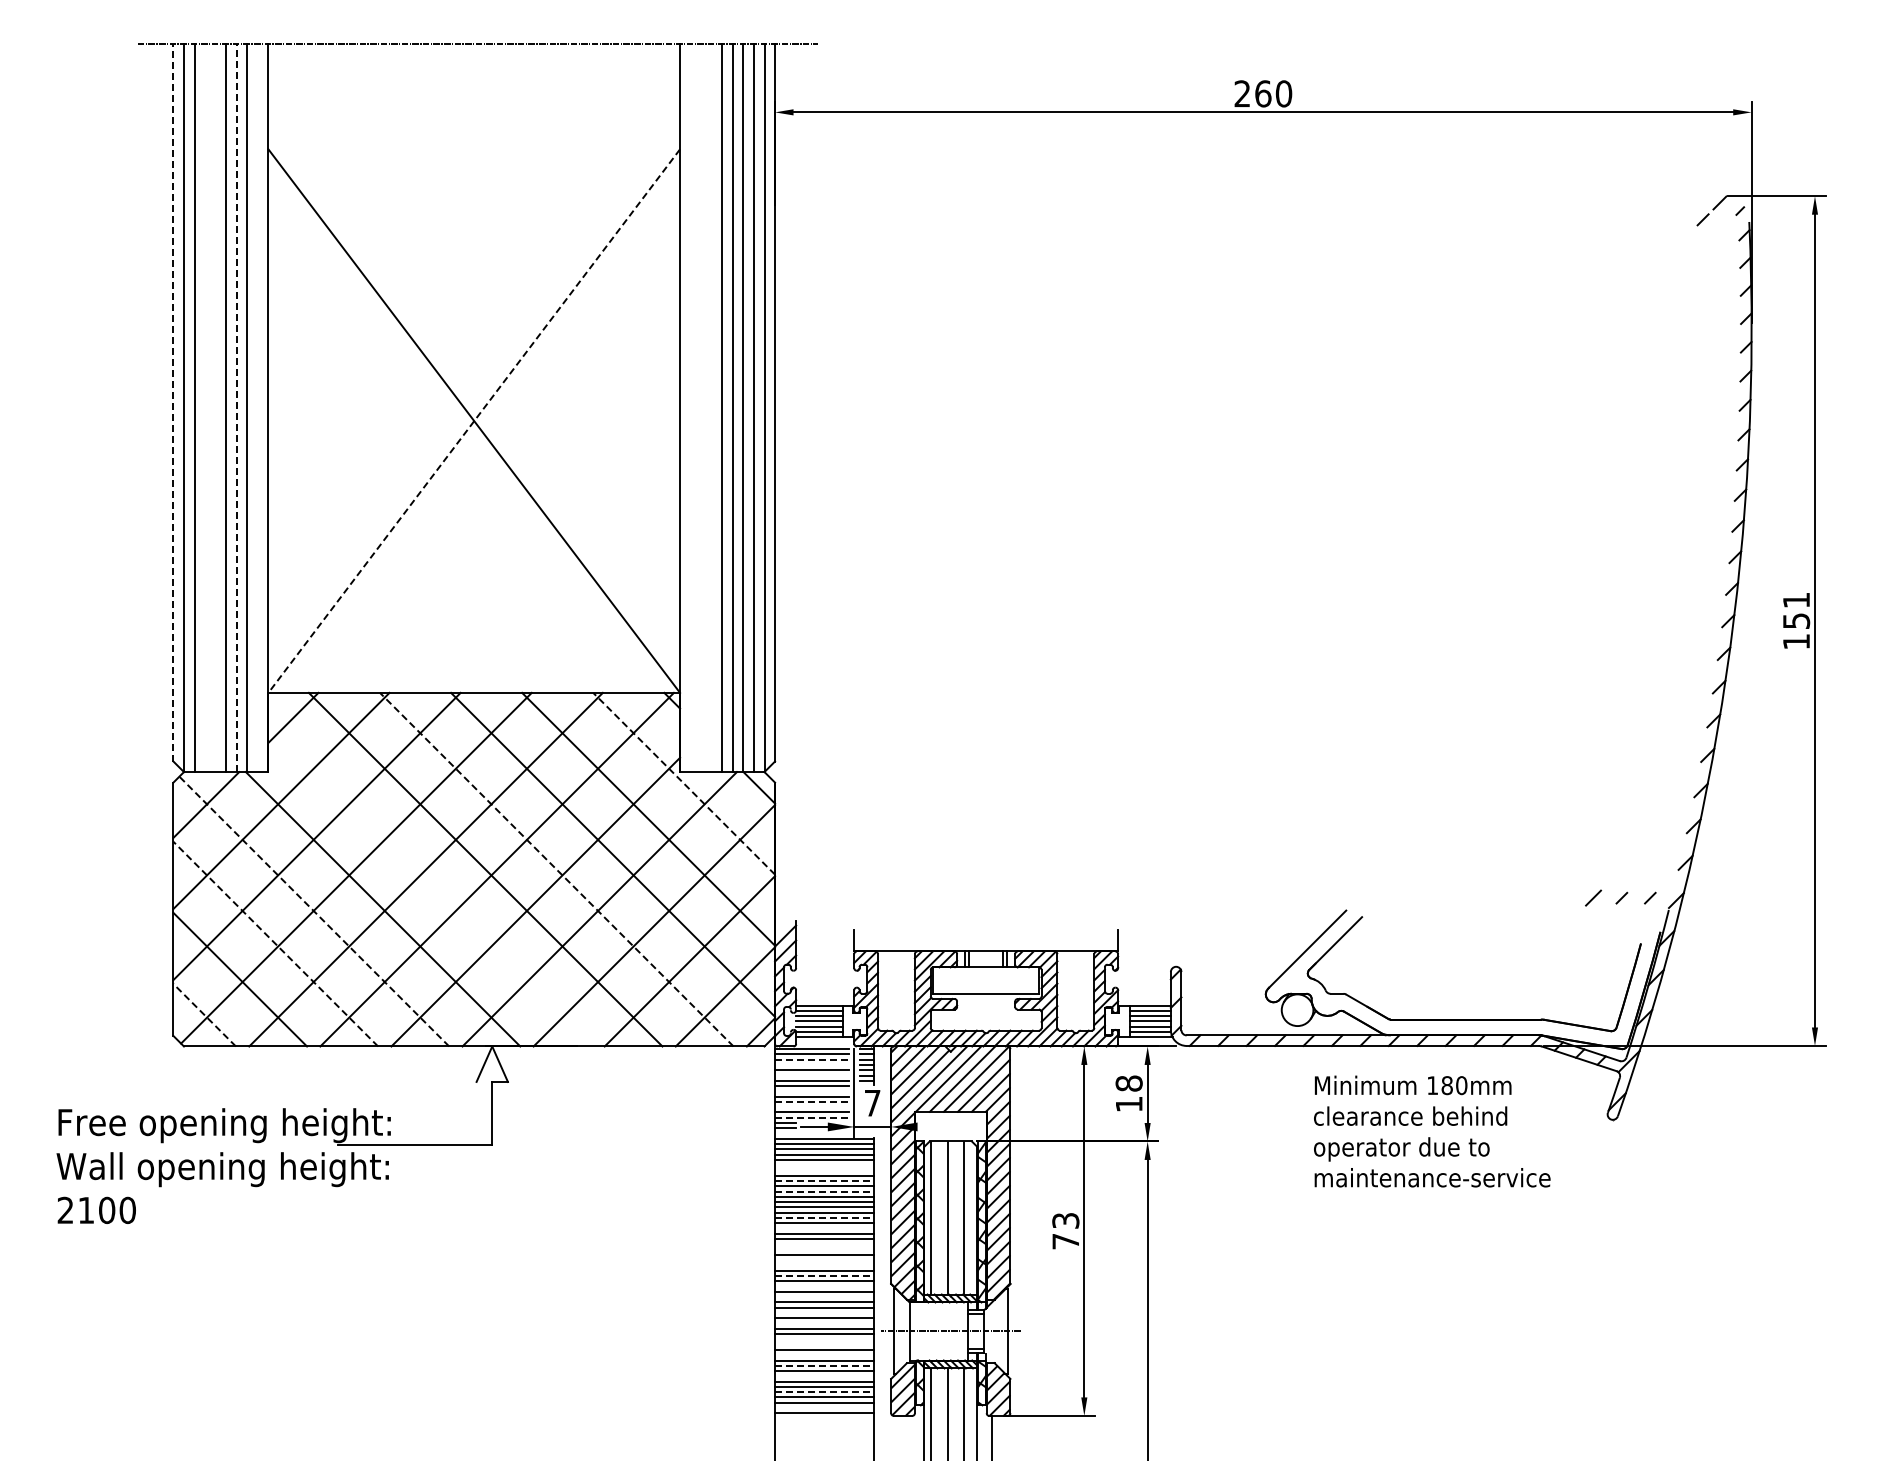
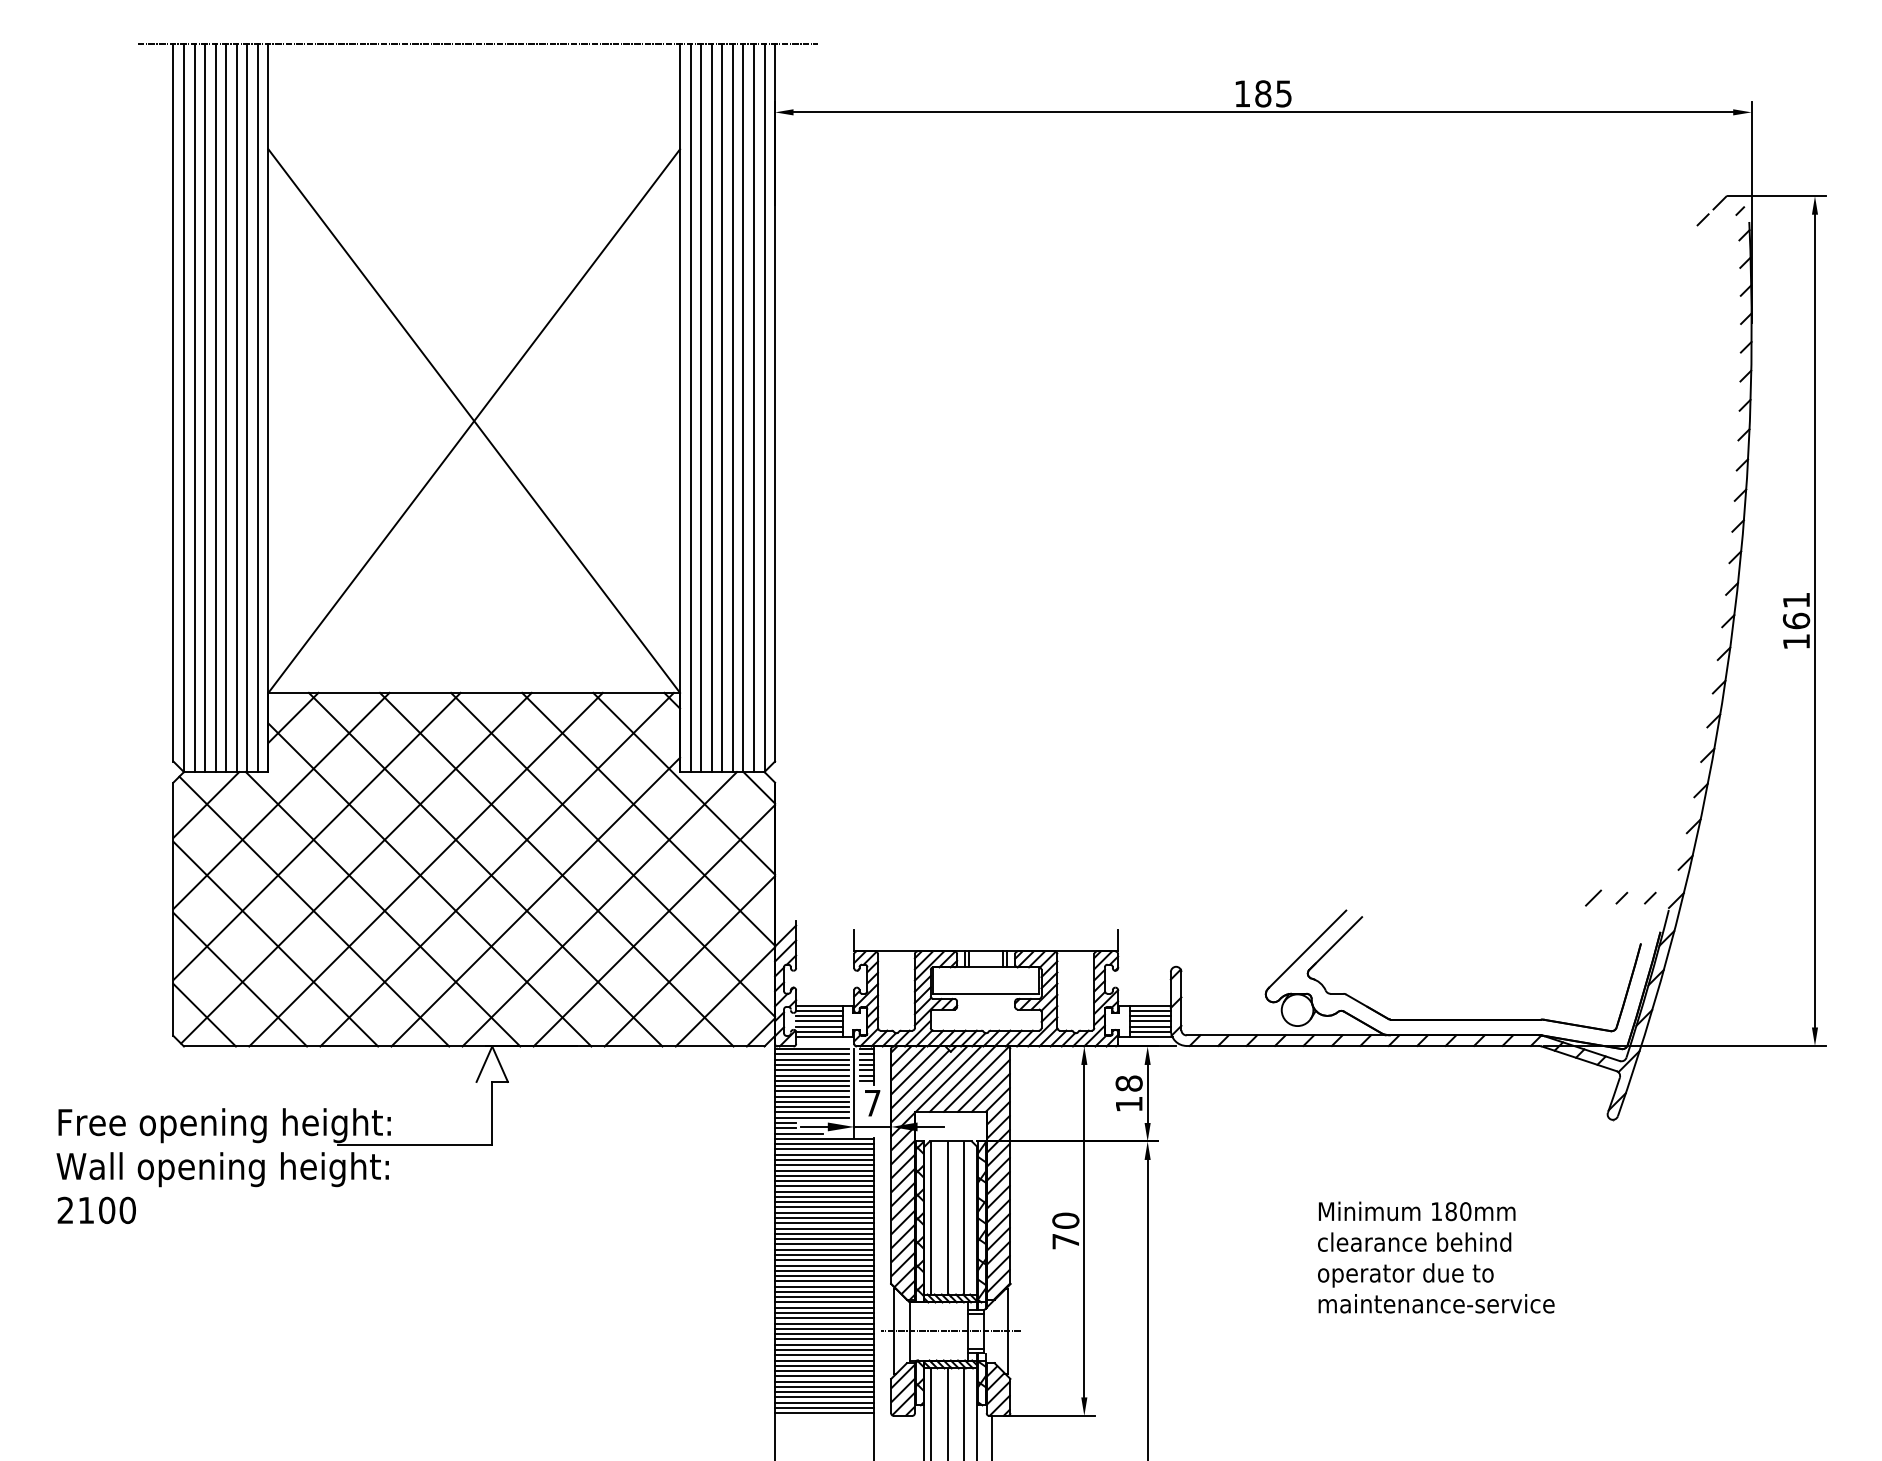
text at (1263, 93): 260 -> 185
line at (173, 402): dashed -> solid
line at (205, 407): none -> present
line at (215, 407): none -> present
line at (236, 407): dashed -> solid
line at (257, 407): none -> present
line at (690, 407): none -> present
line at (701, 407): none -> present
line at (711, 407): none -> present
line at (474, 421): dashed -> solid
text at (1796, 620): 151 -> 161
line at (684, 783): dashed -> solid
line at (556, 869): dashed -> solid
line at (429, 884): none -> present
line at (314, 911): dashed -> solid
line at (275, 944): dashed -> solid
line at (204, 1014): dashed -> solid
line at (812, 1059): dashed -> solid
line at (811, 1064): none -> present
line at (811, 1075): none -> present
line at (811, 1091): none -> present
line at (812, 1101): dashed -> solid
line at (811, 1107): none -> present
line at (812, 1117): dashed -> solid
line at (930, 1126): none -> present
text at (1432, 1131) position: (1432, 1131) -> (1436, 1257)
line at (798, 1133): none -> present
line at (824, 1165): none -> present
line at (824, 1170): none -> present
line at (825, 1181): dashed -> solid
line at (825, 1191): dashed -> solid
line at (825, 1218): dashed -> solid
text at (1065, 1220): 73 -> 70
line at (824, 1228): none -> present
line at (824, 1244): none -> present
line at (824, 1249): none -> present
line at (824, 1260): none -> present
line at (824, 1265): none -> present
line at (825, 1276): dashed -> solid
line at (824, 1286): none -> present
line at (824, 1297): none -> present
line at (824, 1313): none -> present
line at (824, 1323): none -> present
line at (824, 1339): none -> present
line at (824, 1344): none -> present
line at (824, 1355): none -> present
line at (825, 1365): dashed -> solid
line at (824, 1376): none -> present
line at (825, 1392): dashed -> solid
line at (824, 1407): none -> present
